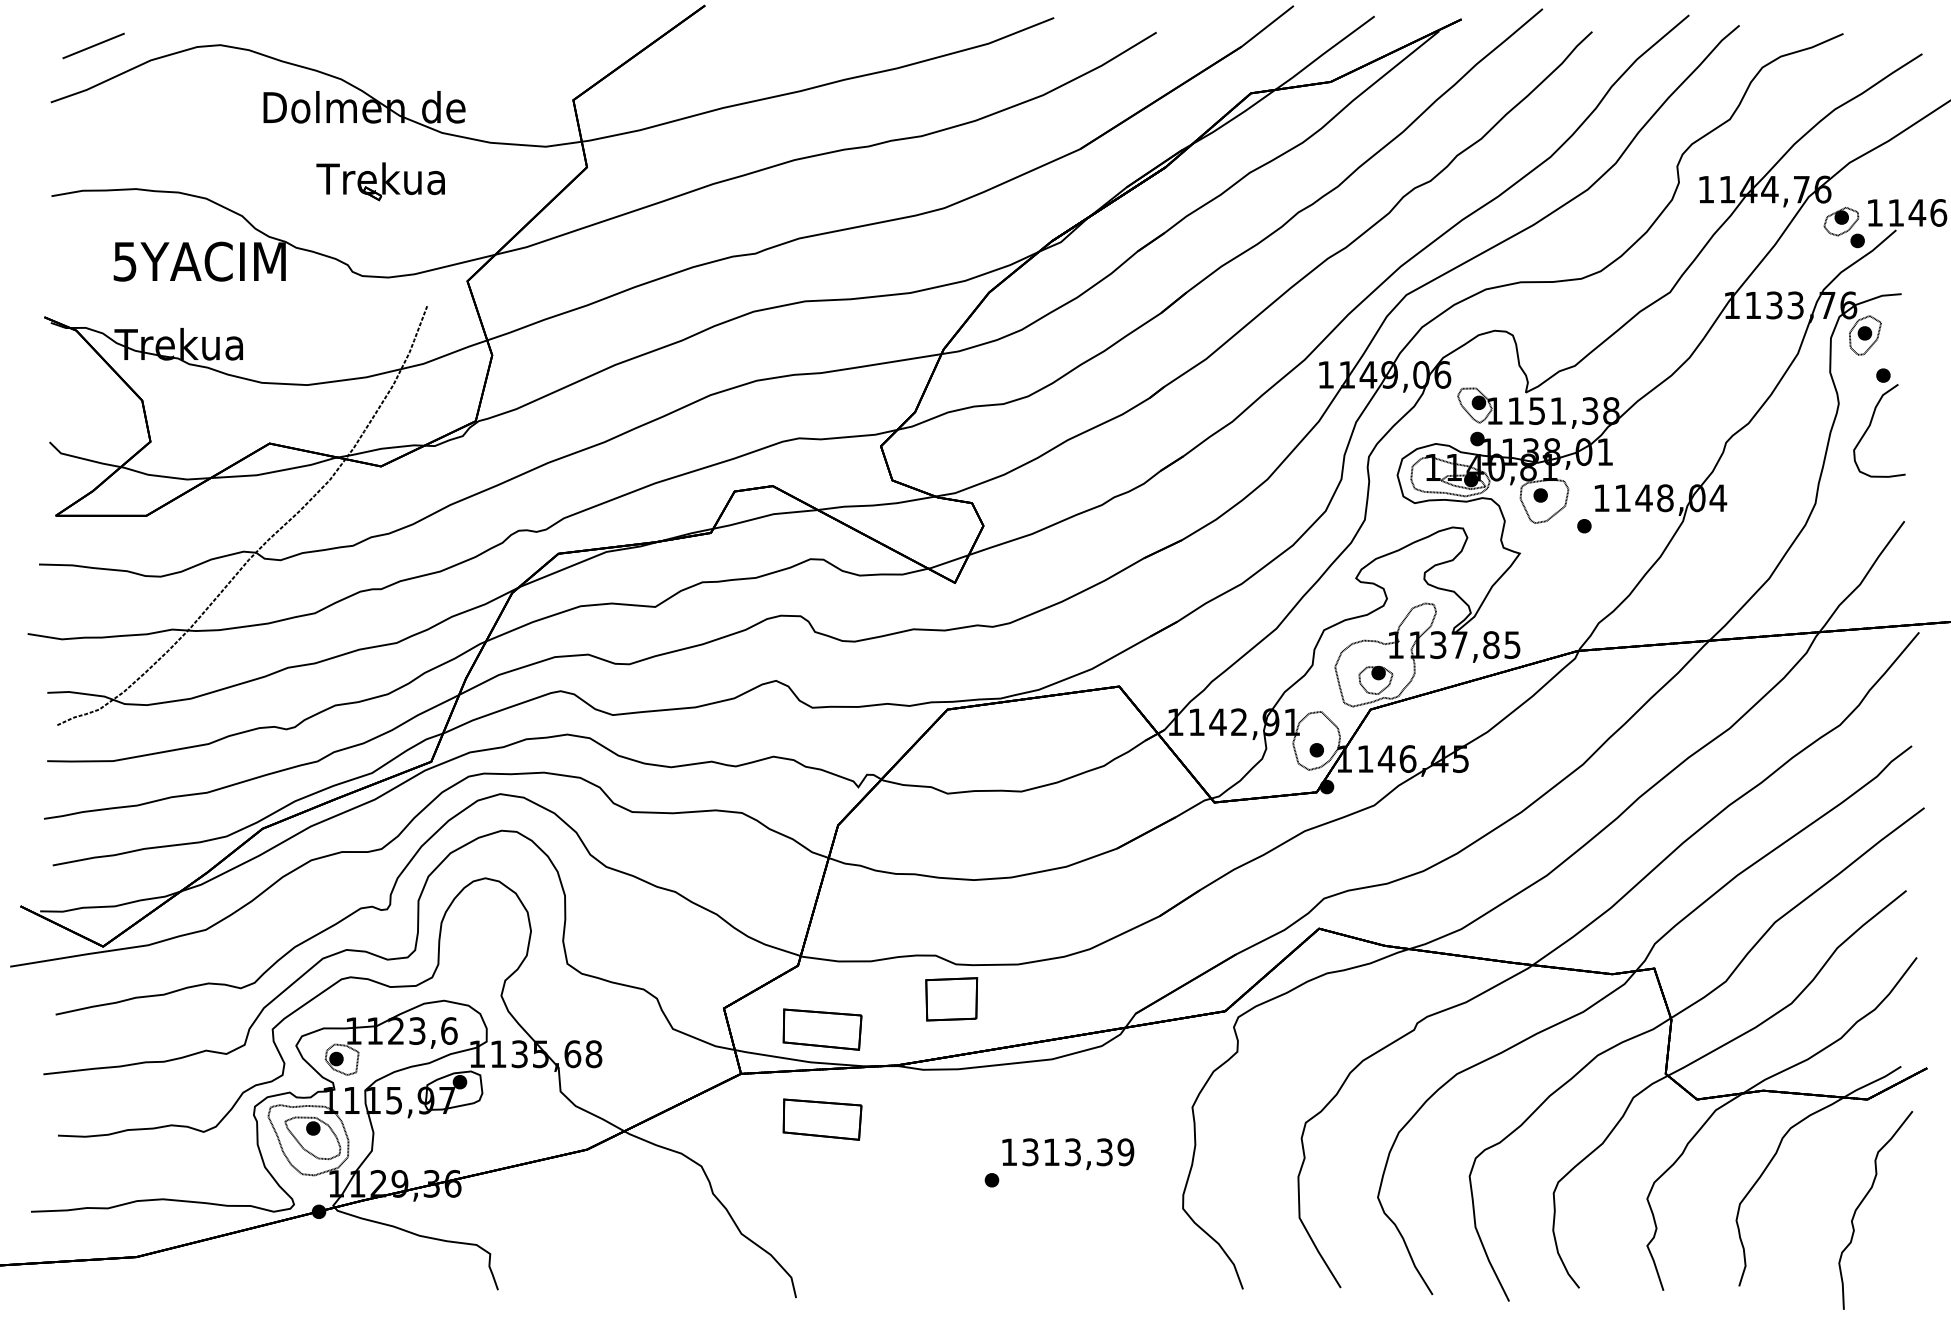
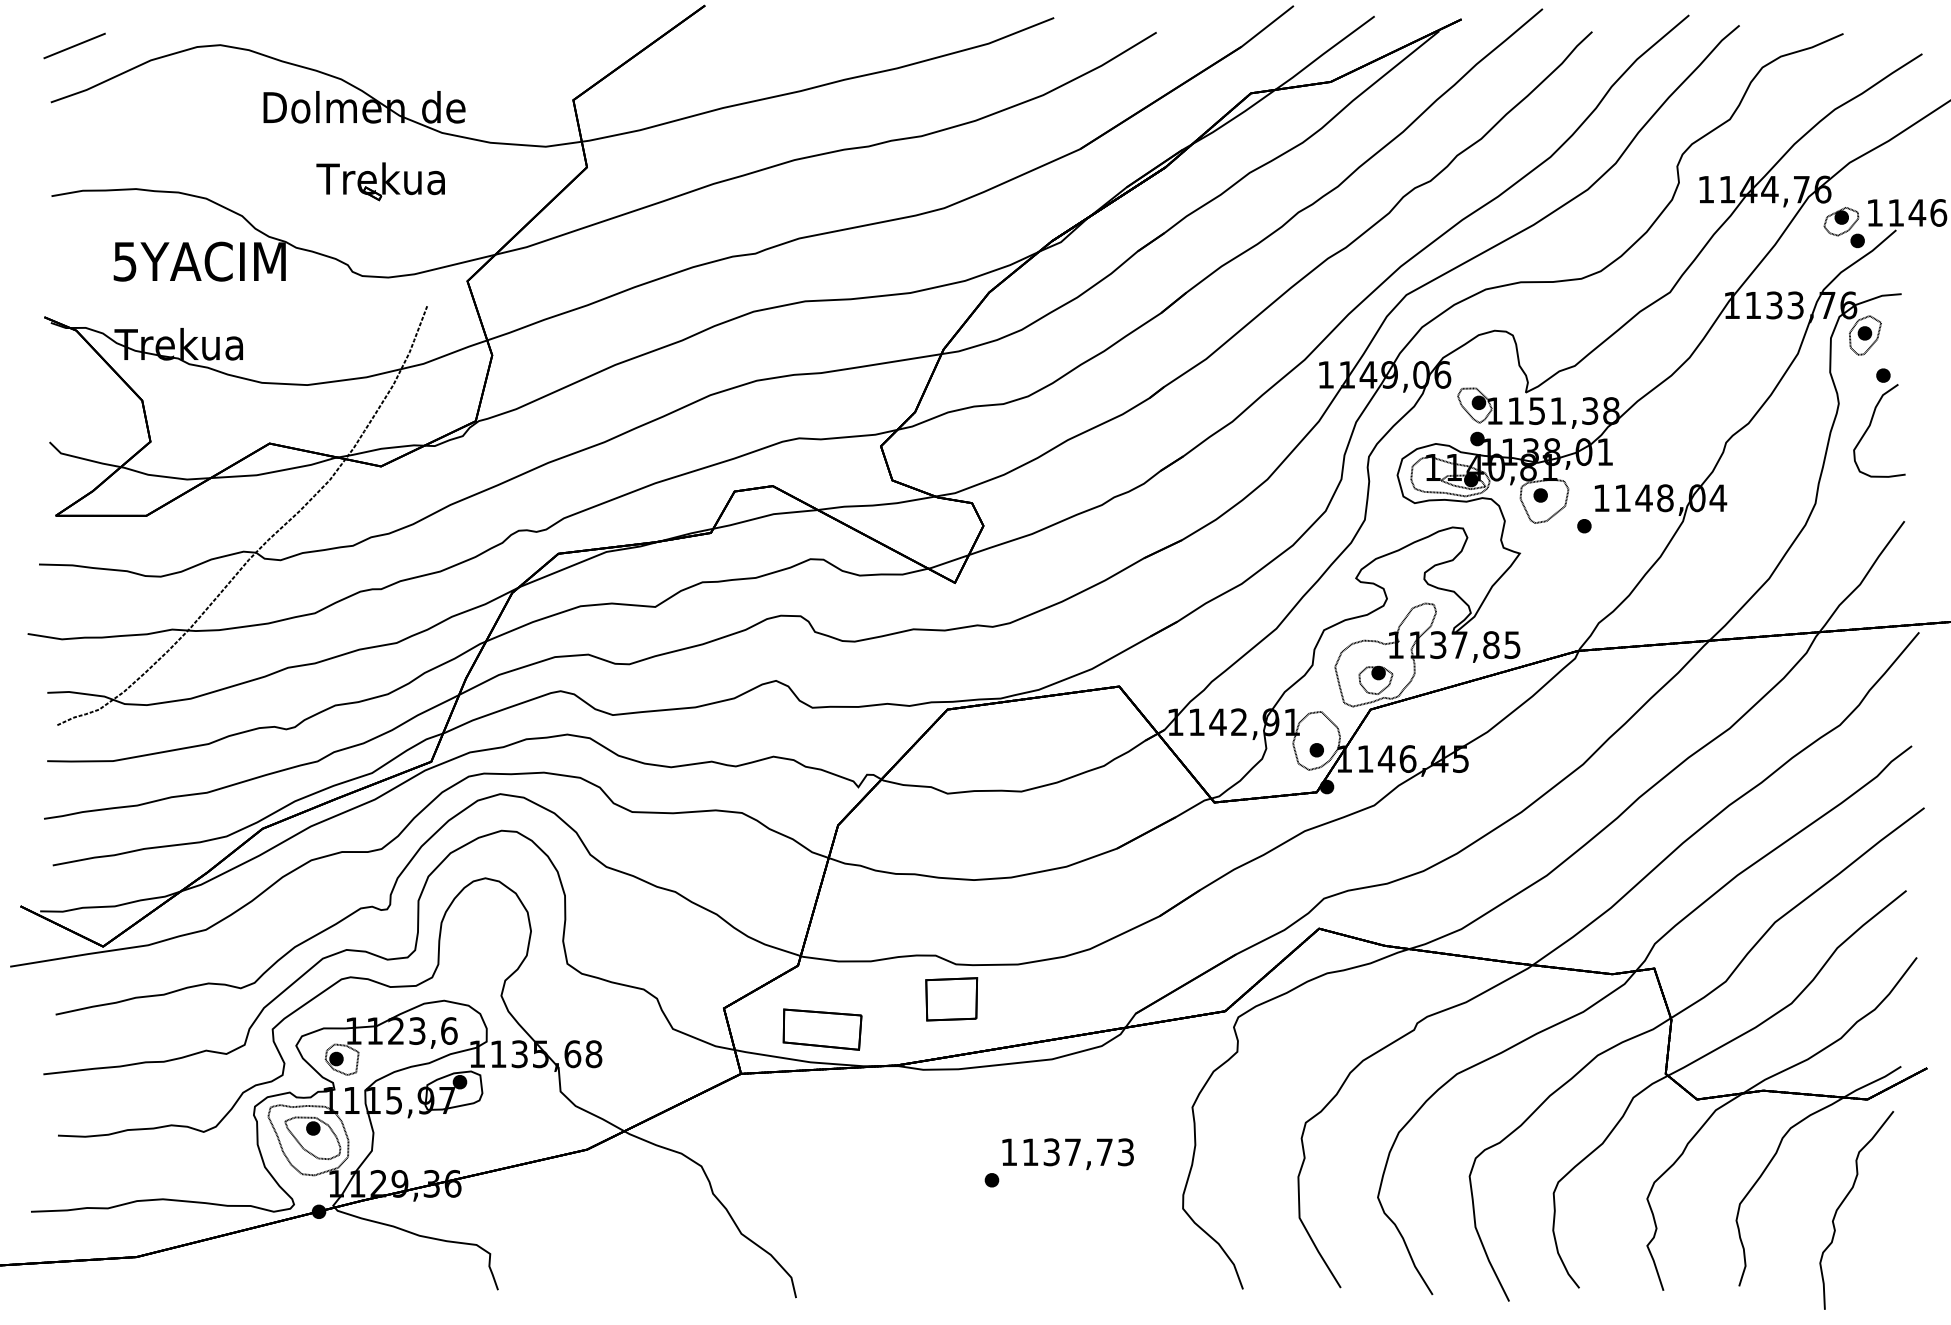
line at (93, 45) position: (93, 45) -> (74, 45)
part at (822, 1119): present -> none
text at (1078, 1152): 1313,39 -> 1137,73
part at (1863, 1201) position: (1863, 1201) -> (1844, 1201)
